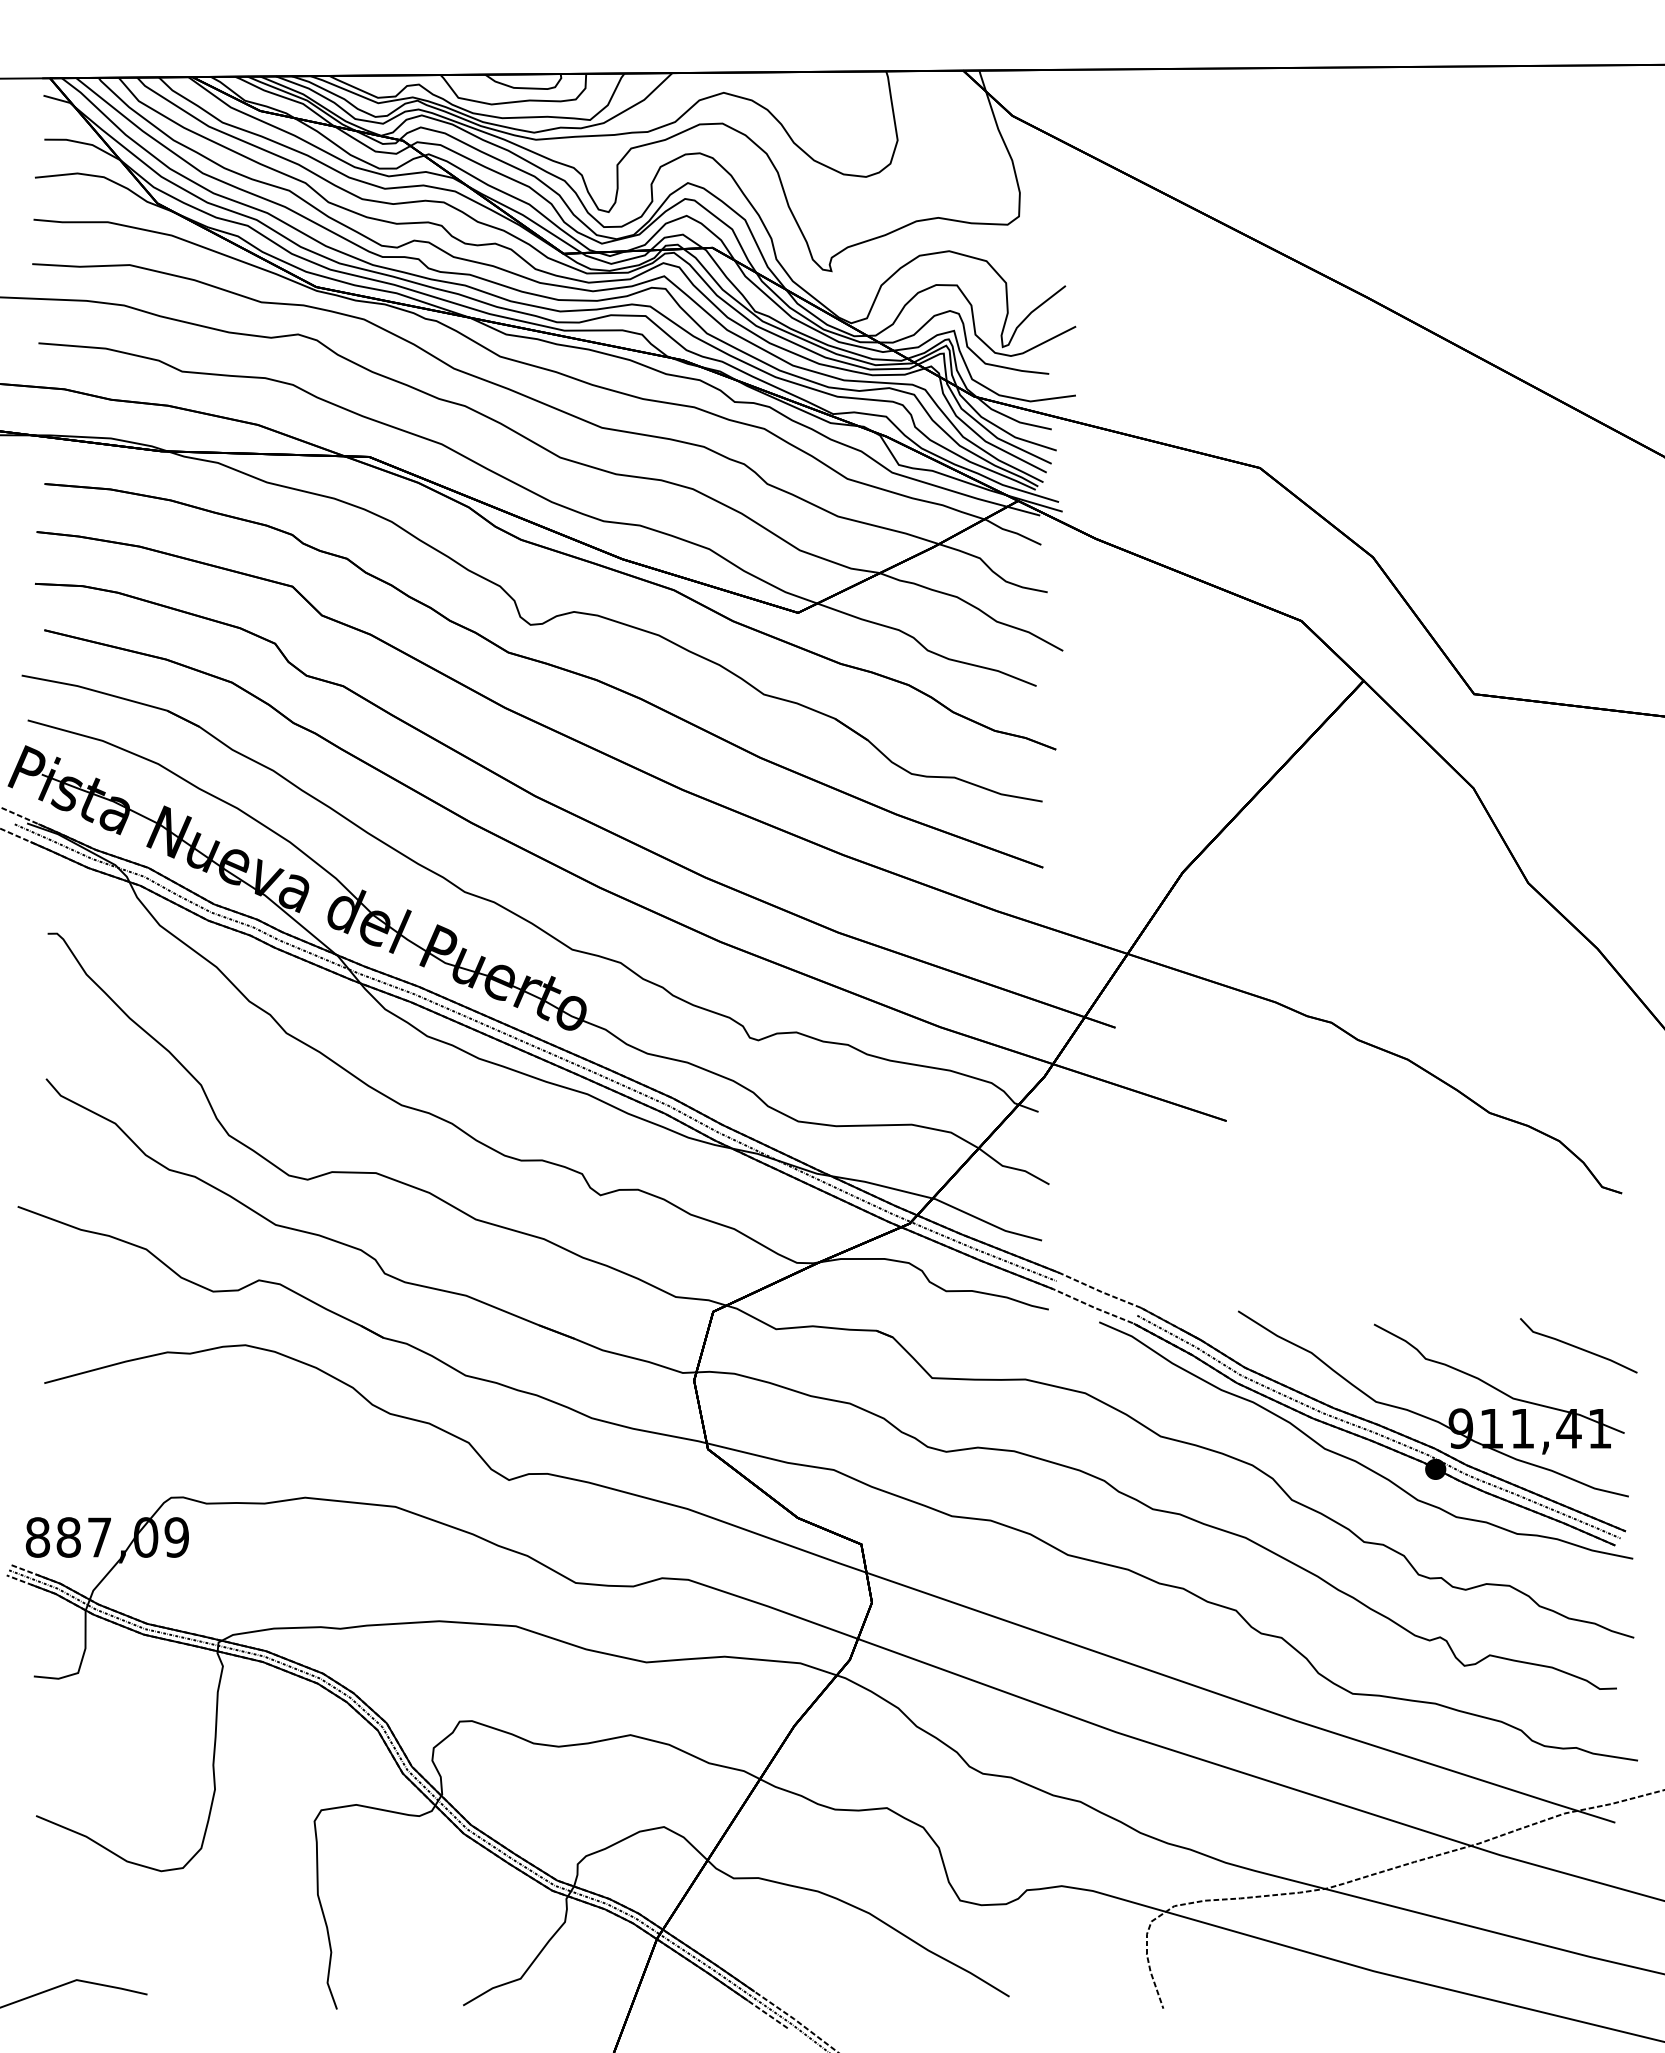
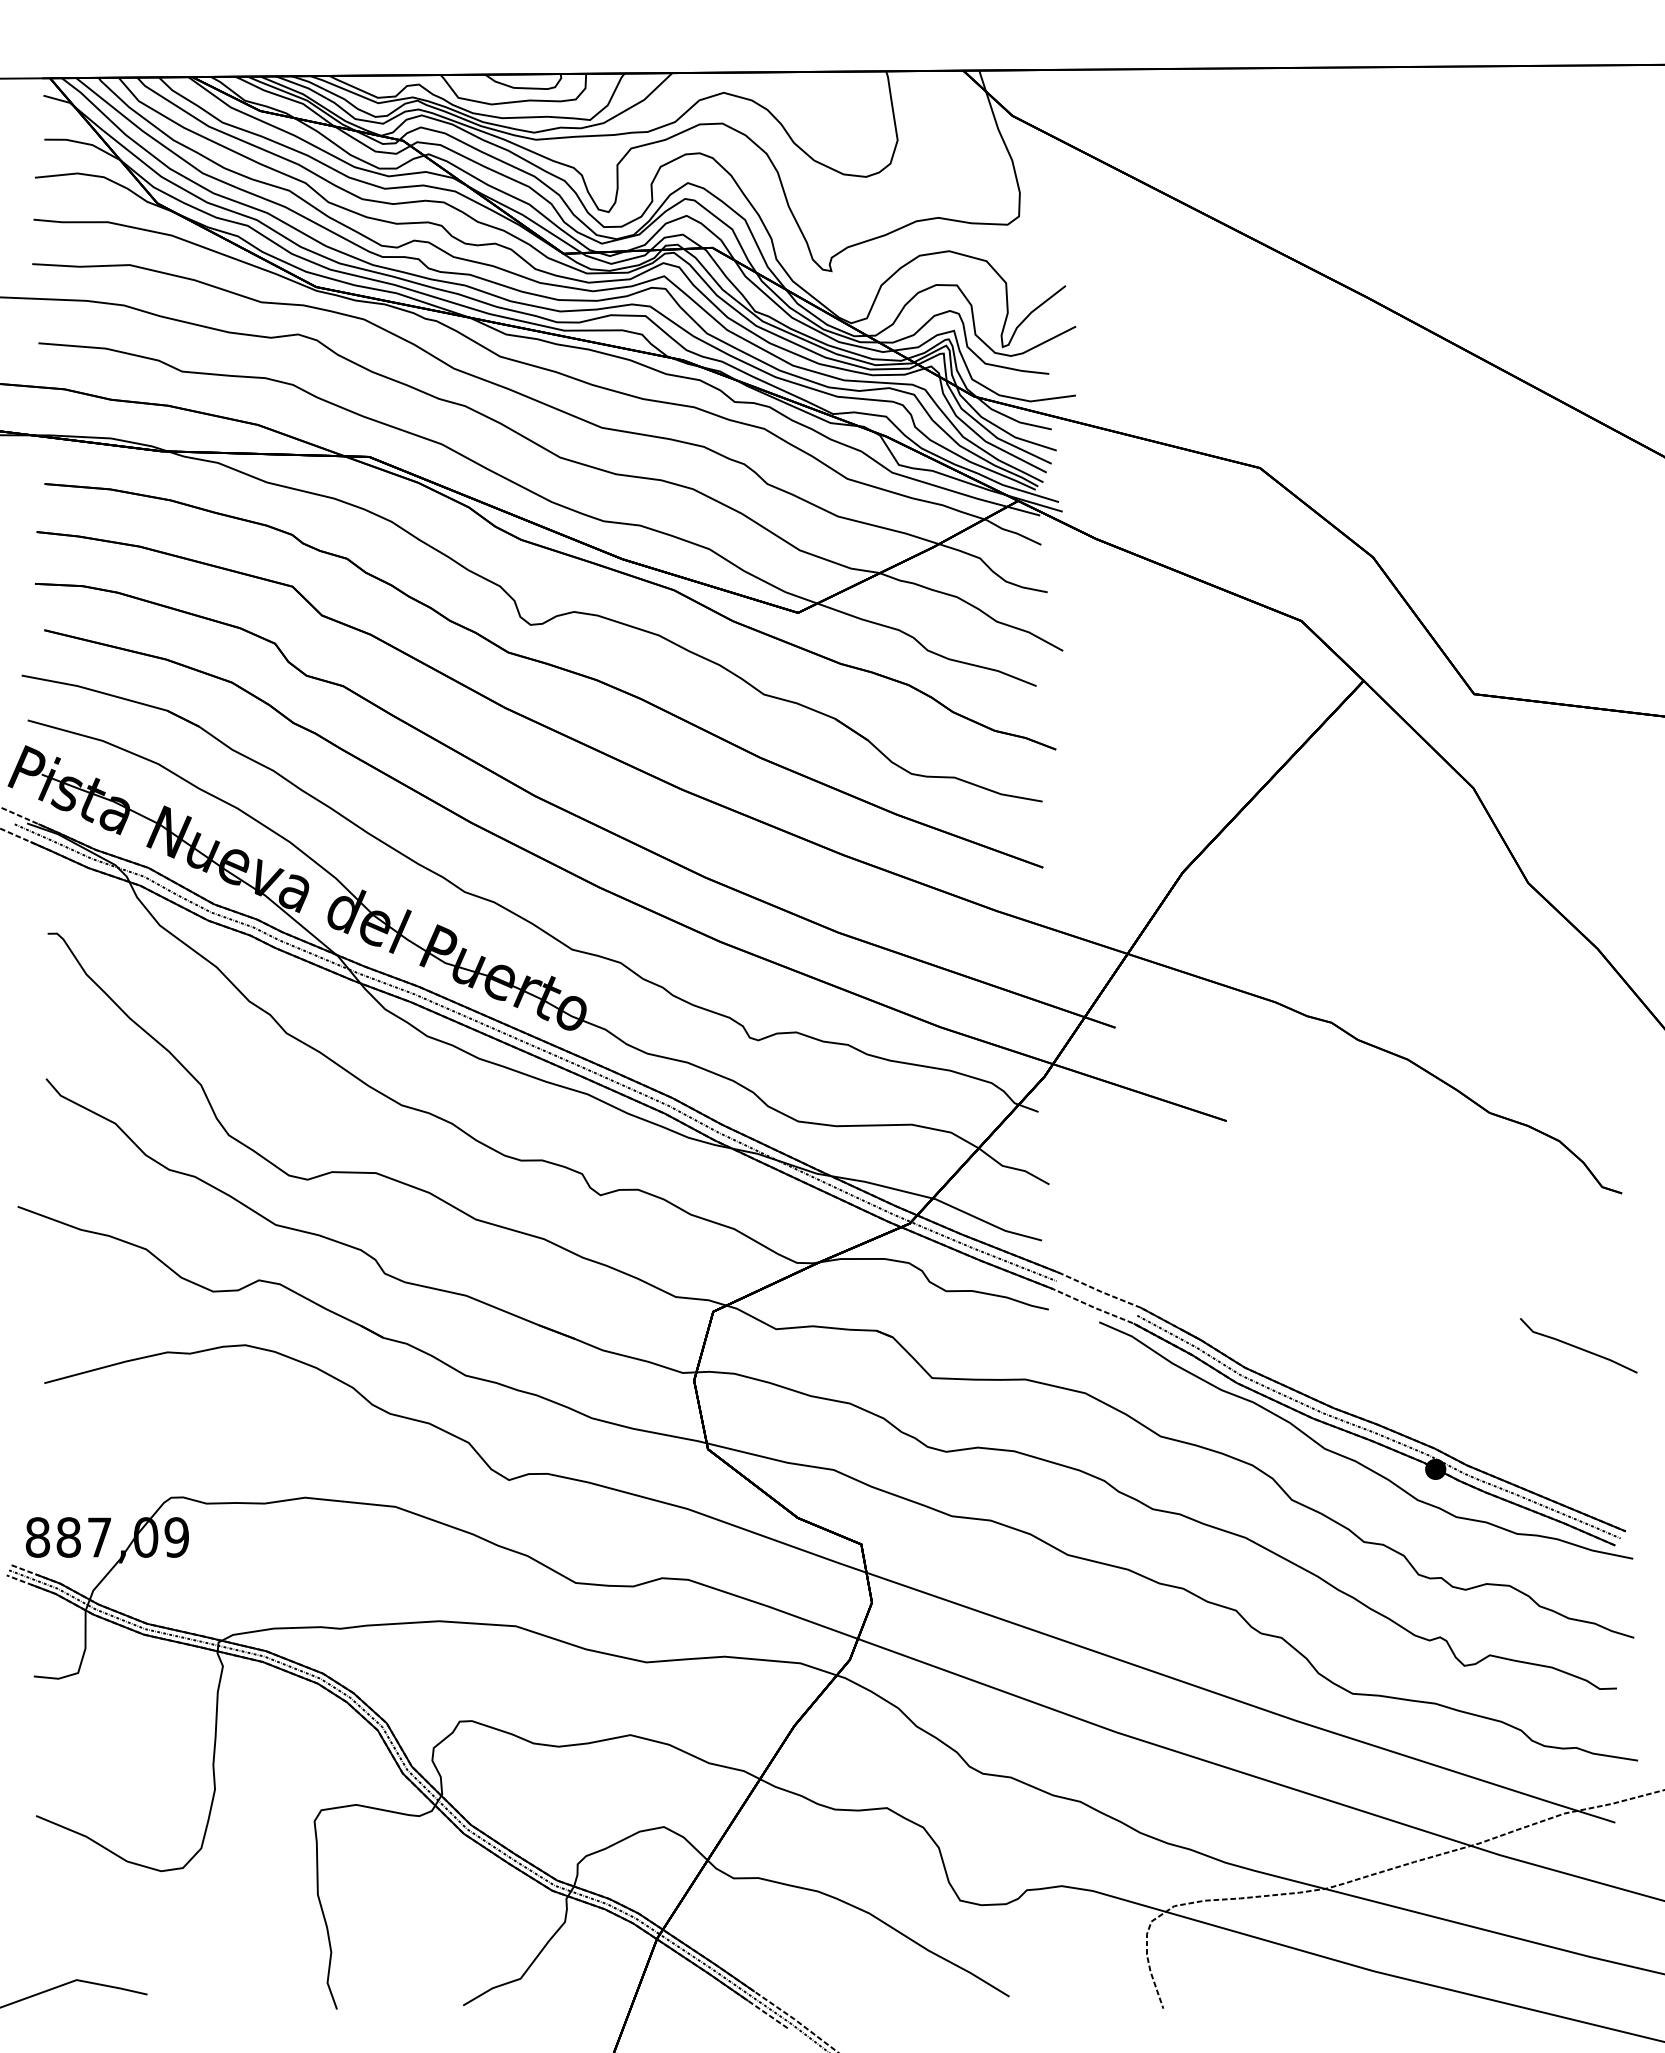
part at (1427, 1416): present -> none
